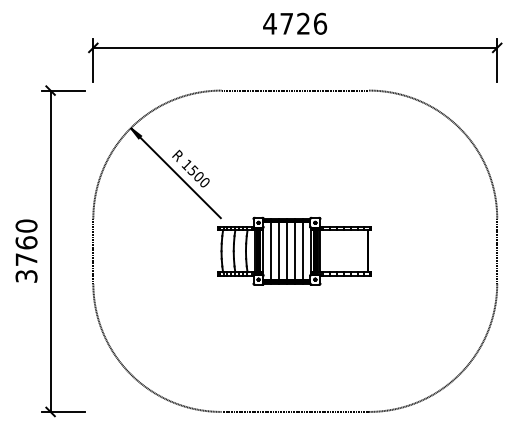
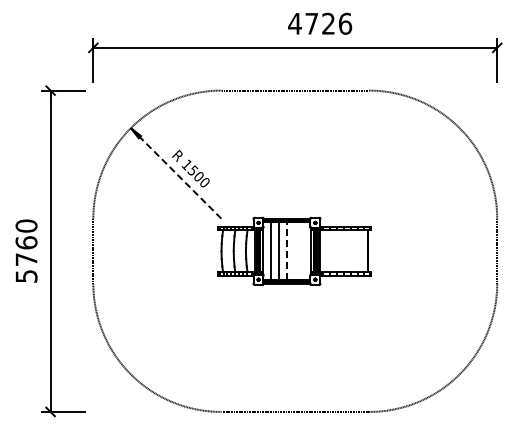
text at (295, 23) position: (295, 23) -> (320, 23)
line at (176, 173): solid -> dashed
line at (286, 251): solid -> dashed
line at (295, 251): present -> none
line at (303, 251): present -> none
text at (25, 276): 3760 -> 5760
